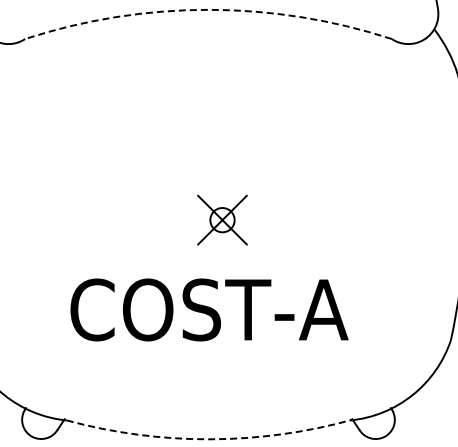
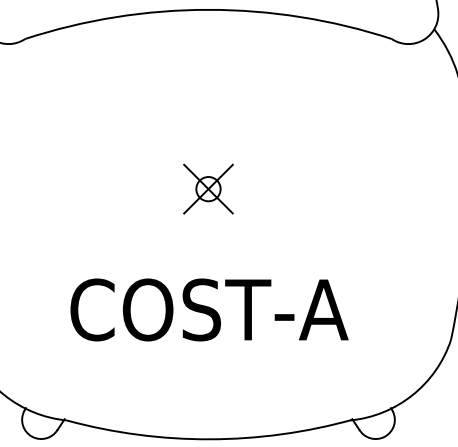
arc at (208, 9): dashed -> solid
part at (222, 219) position: (222, 219) -> (208, 188)
arc at (209, 439): dashed -> solid
